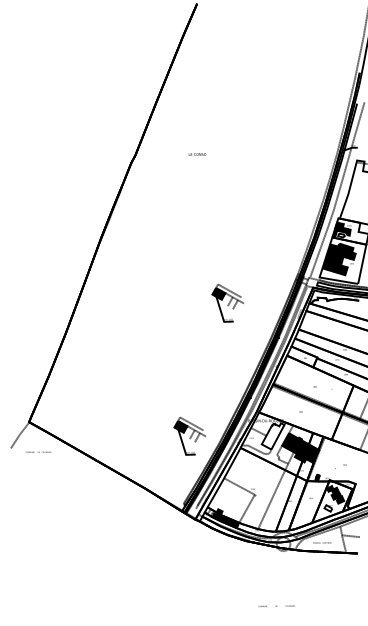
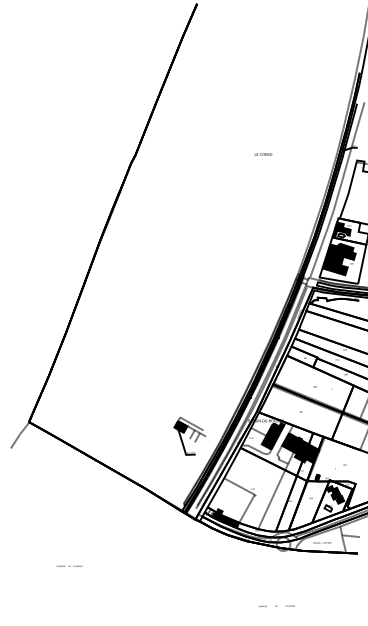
text at (197, 154) position: (197, 154) -> (263, 154)
part at (227, 303): present -> none
fill at (272, 436): none -> present
text at (38, 451) position: (38, 451) -> (69, 565)
